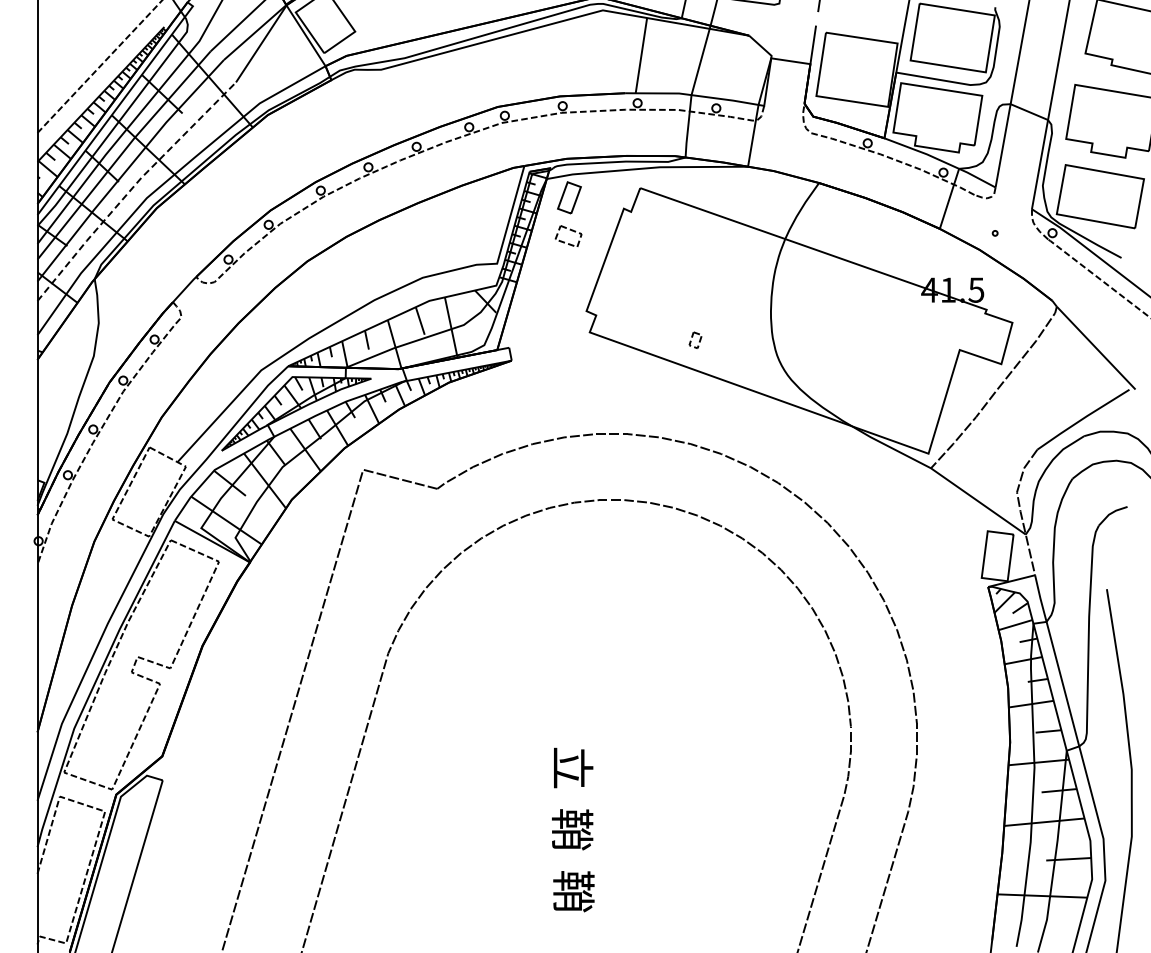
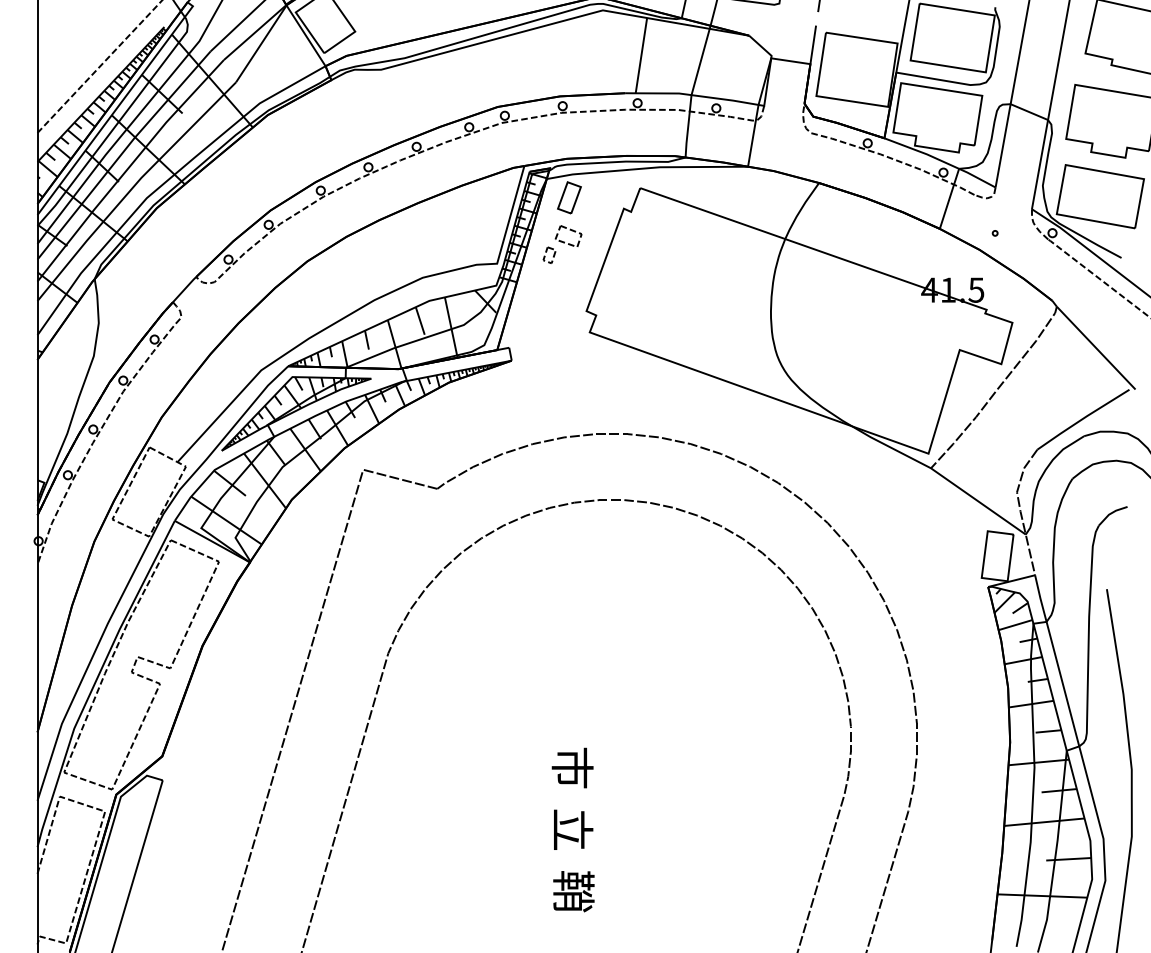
line at (132, 188): dashed -> solid
part at (695, 339) position: (695, 339) -> (549, 254)
text at (572, 767): 立 -> 市
text at (572, 829): 鞘 -> 立
